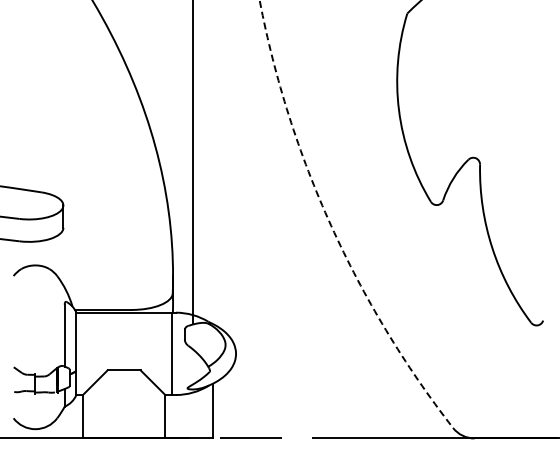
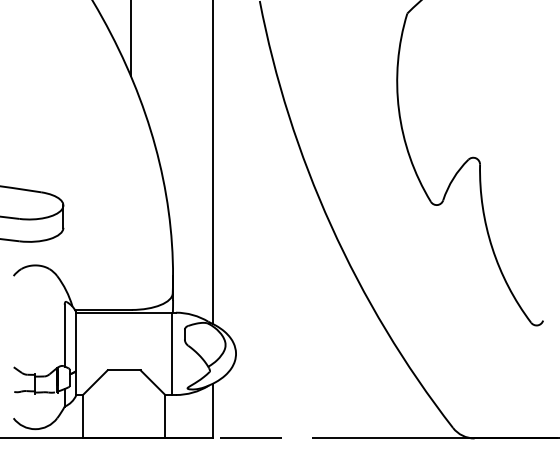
line at (130, 38): none -> present
line at (193, 163) position: (193, 163) -> (213, 163)
arc at (331, 225): dashed -> solid
